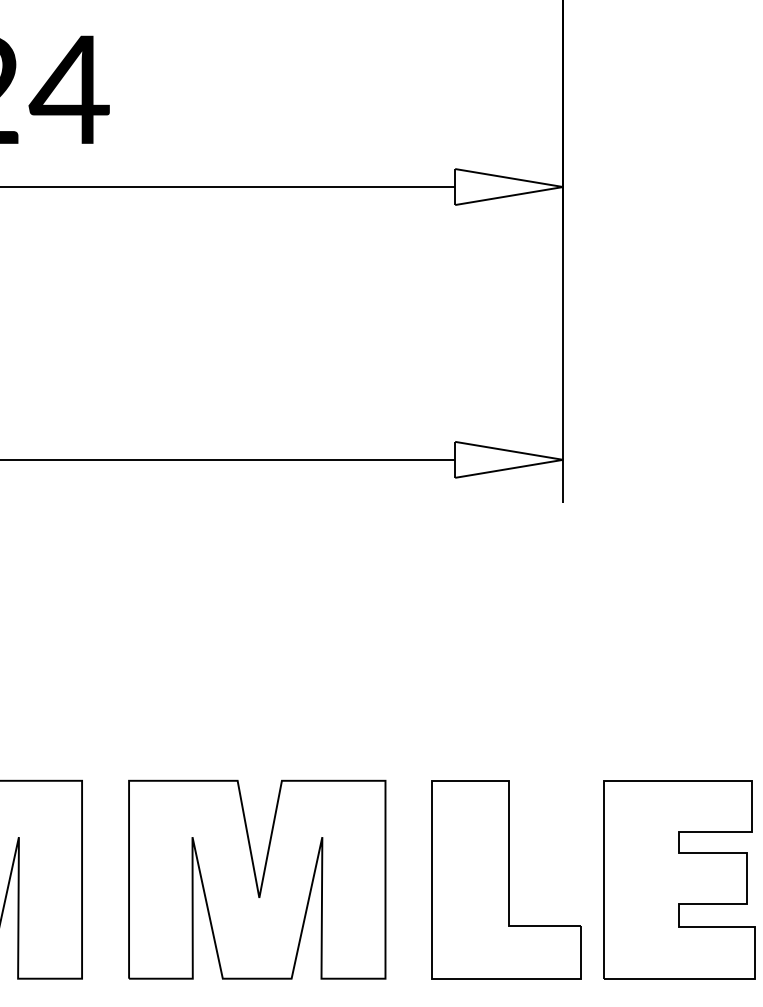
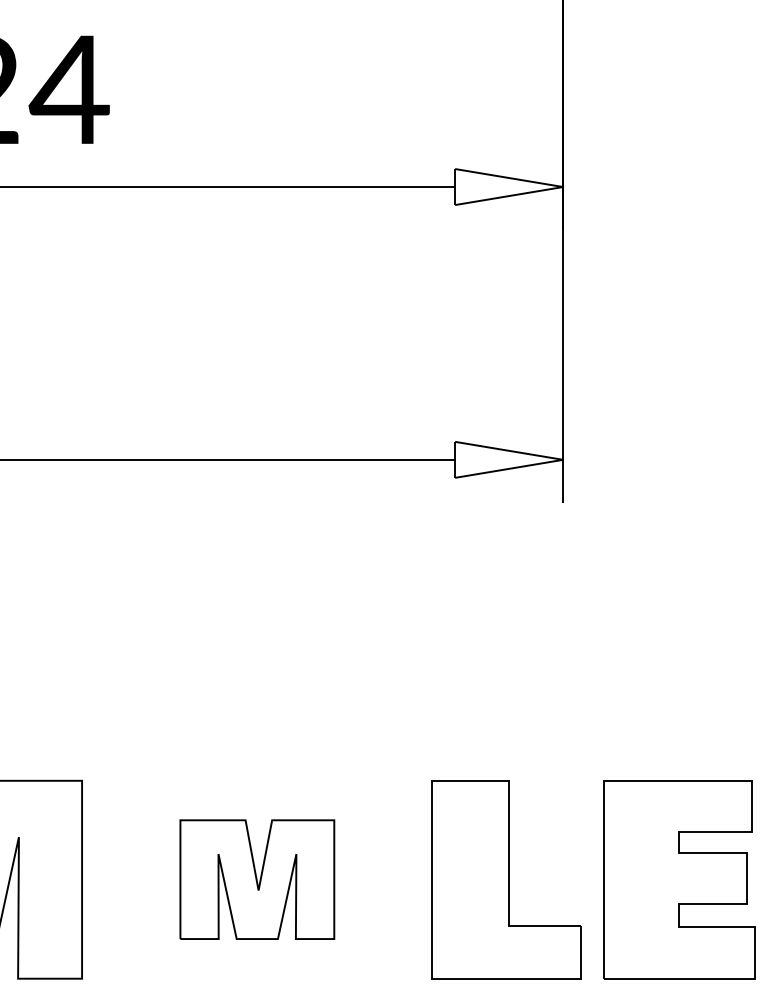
part at (257, 879) size: 259x201 px -> 157x121 px
